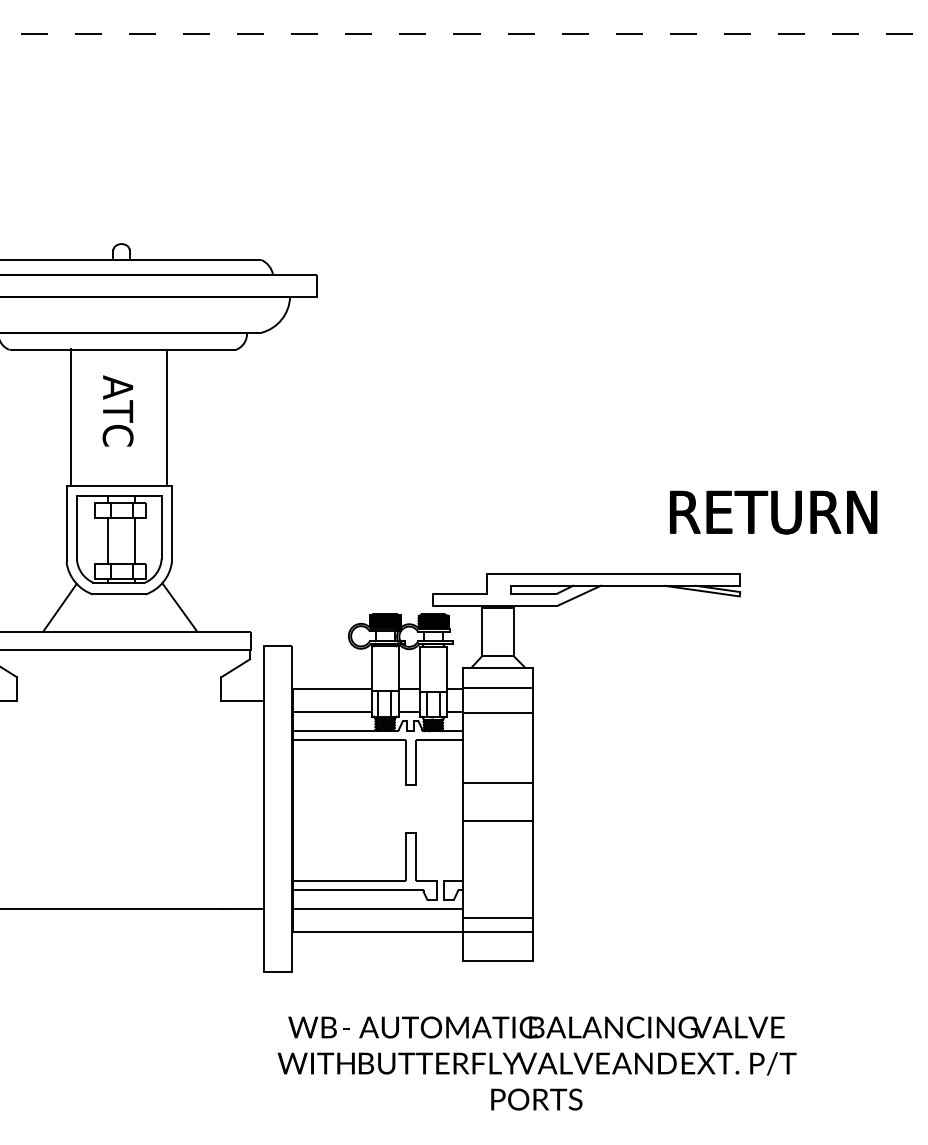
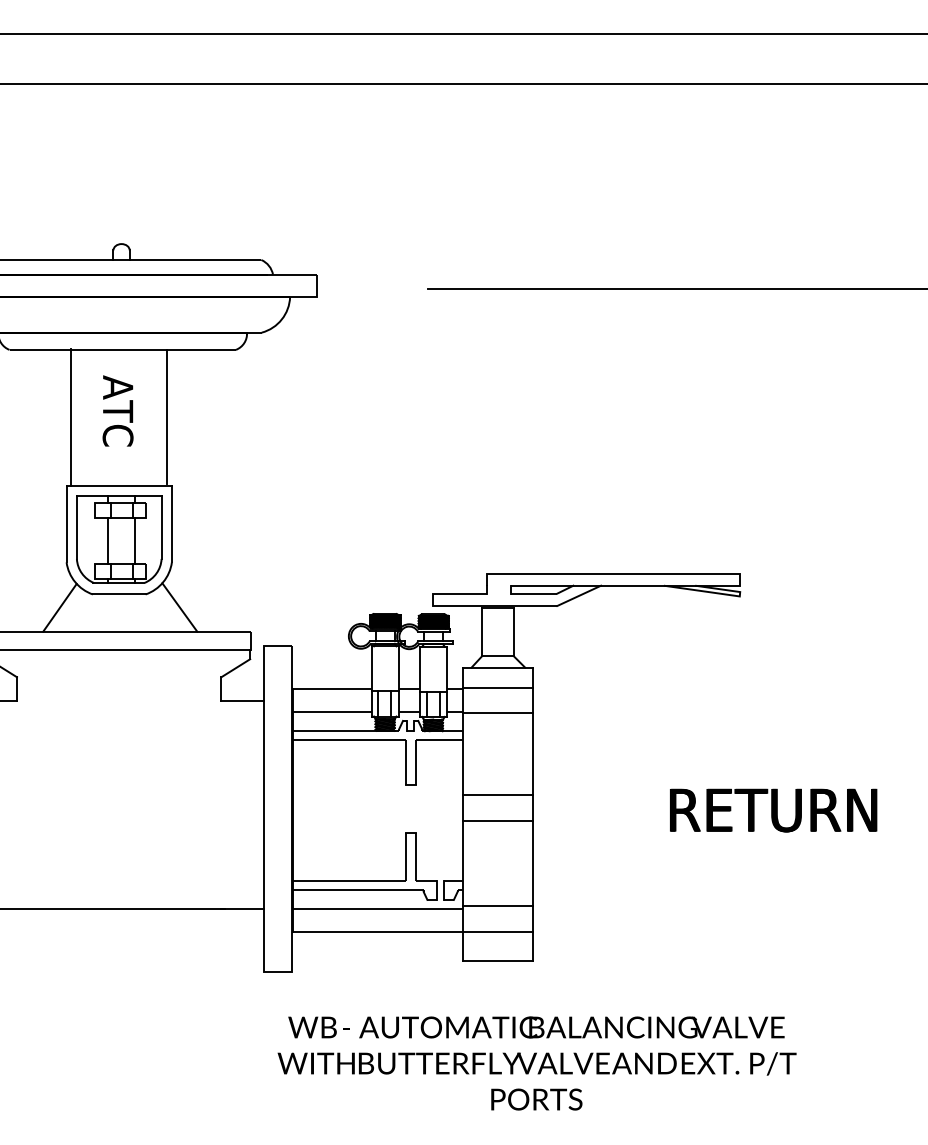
line at (464, 34): dashed -> solid
line at (463, 83): none -> present
line at (675, 288): none -> present
text at (773, 512) position: (773, 512) -> (773, 810)
line at (497, 783) position: (497, 783) -> (497, 795)
line at (497, 918) position: (497, 918) -> (497, 906)
